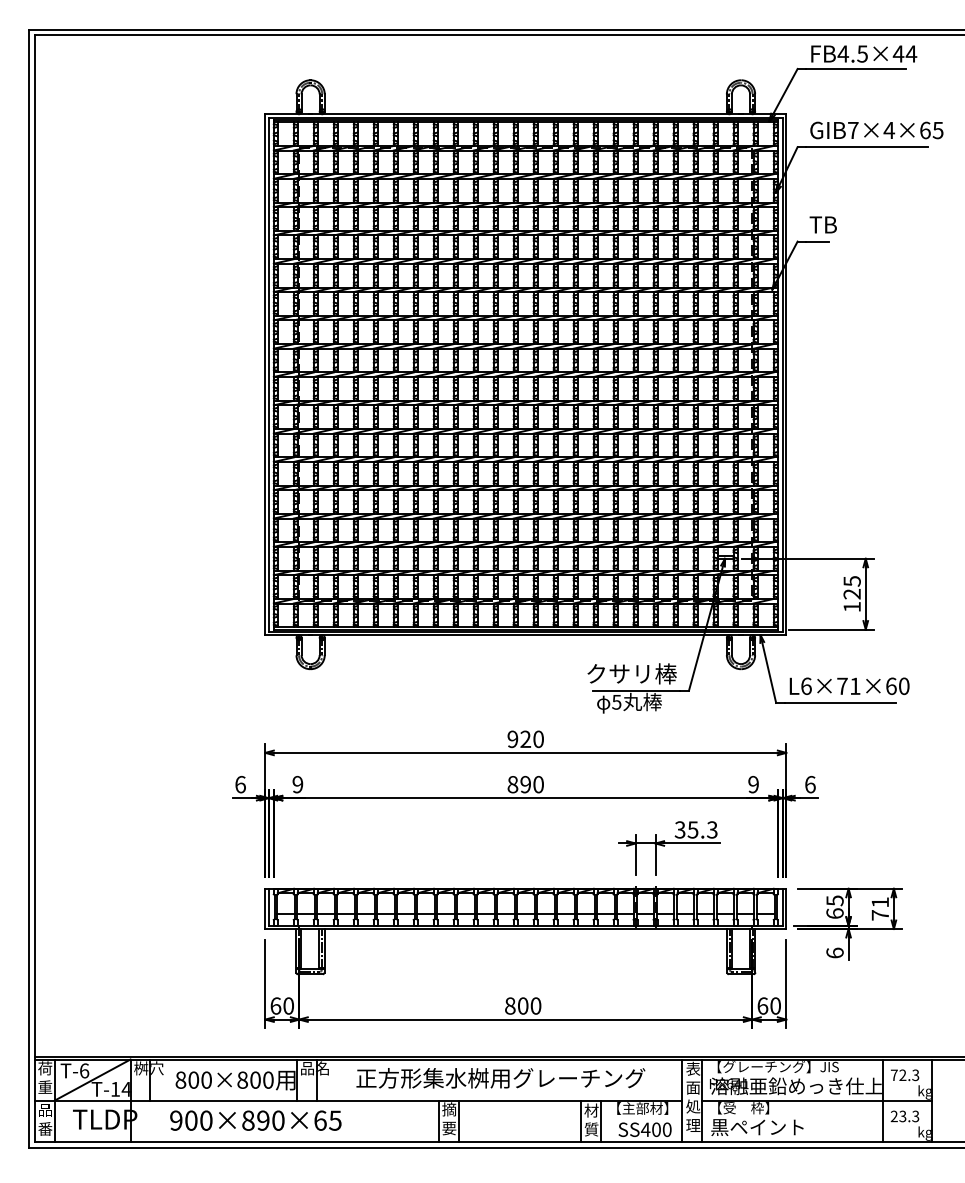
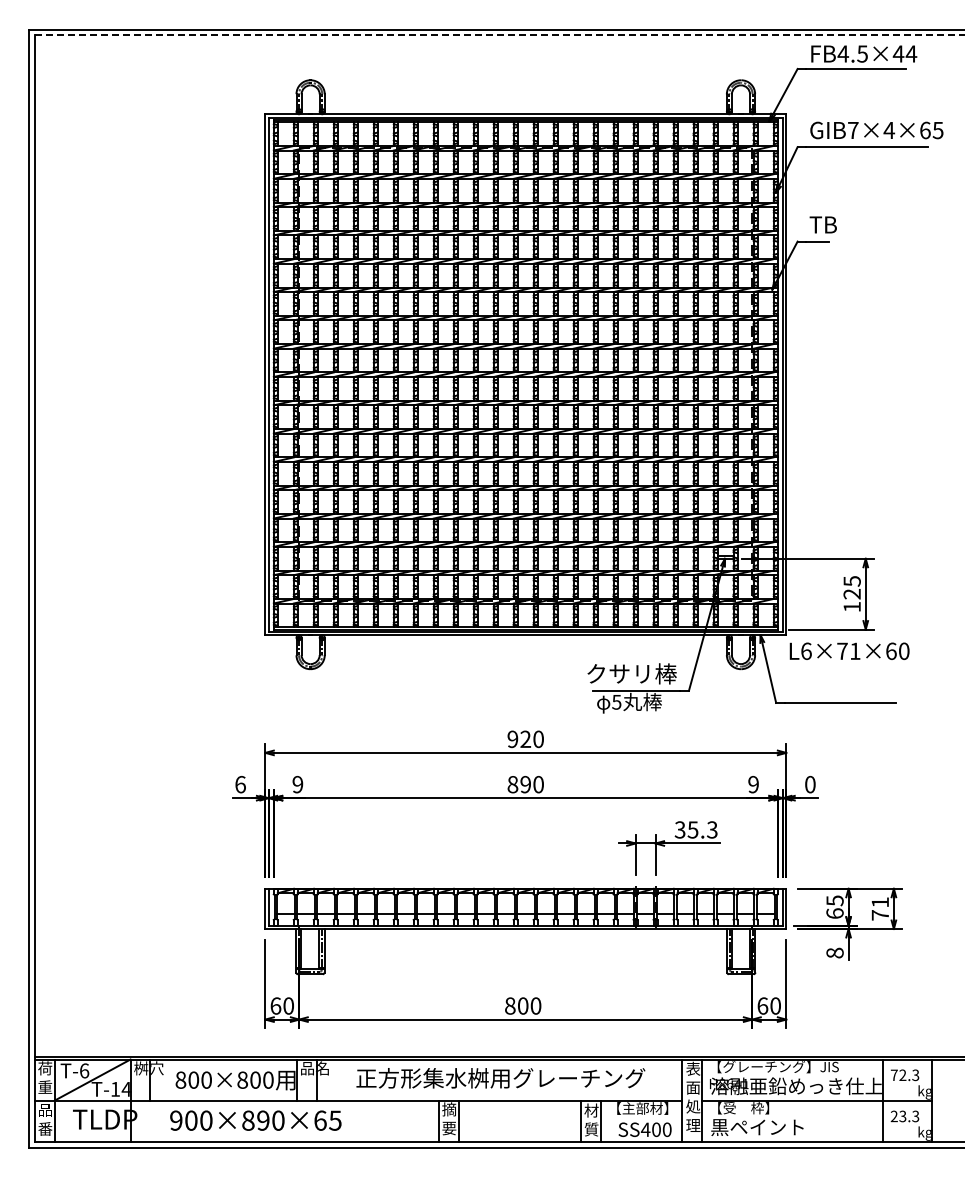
line at (499, 35): solid -> dashed
text at (849, 685) position: (849, 685) -> (849, 650)
text at (810, 784): 6 -> 0
text at (834, 952): 6 -> 8
